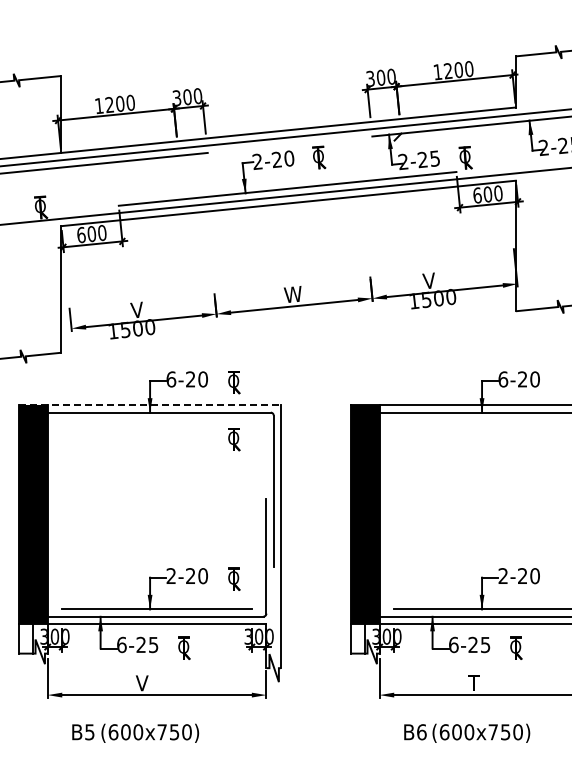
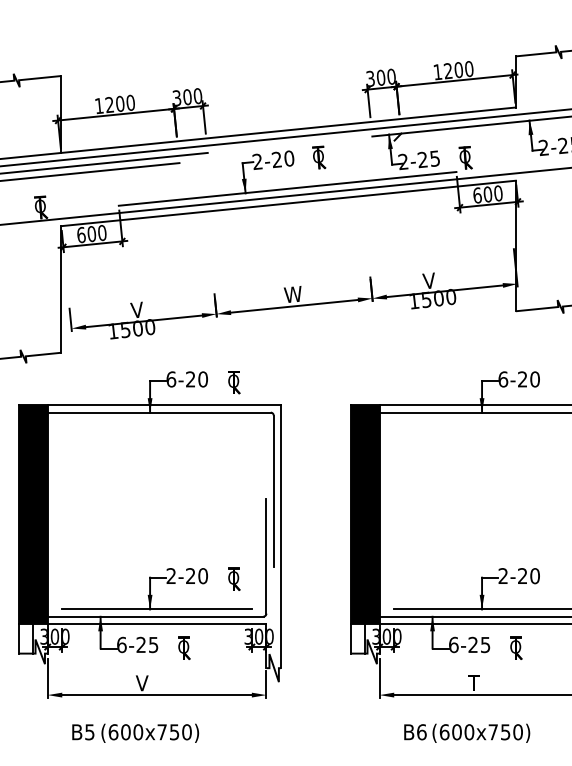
line at (90, 171): none -> present
line at (150, 405): dashed -> solid
part at (234, 439): present -> none
